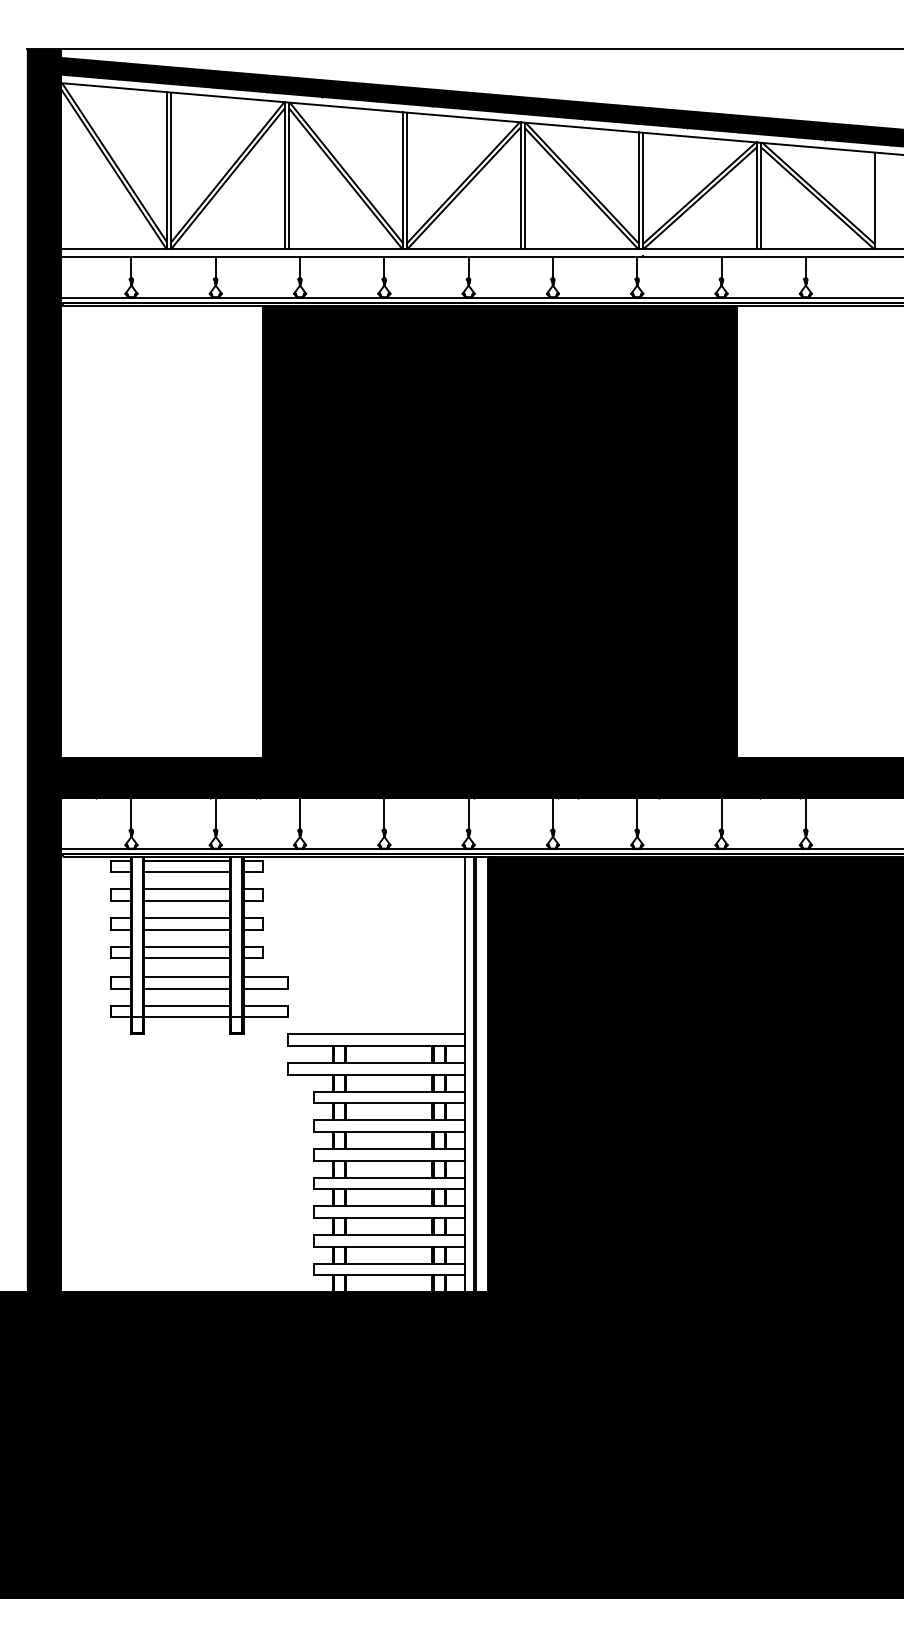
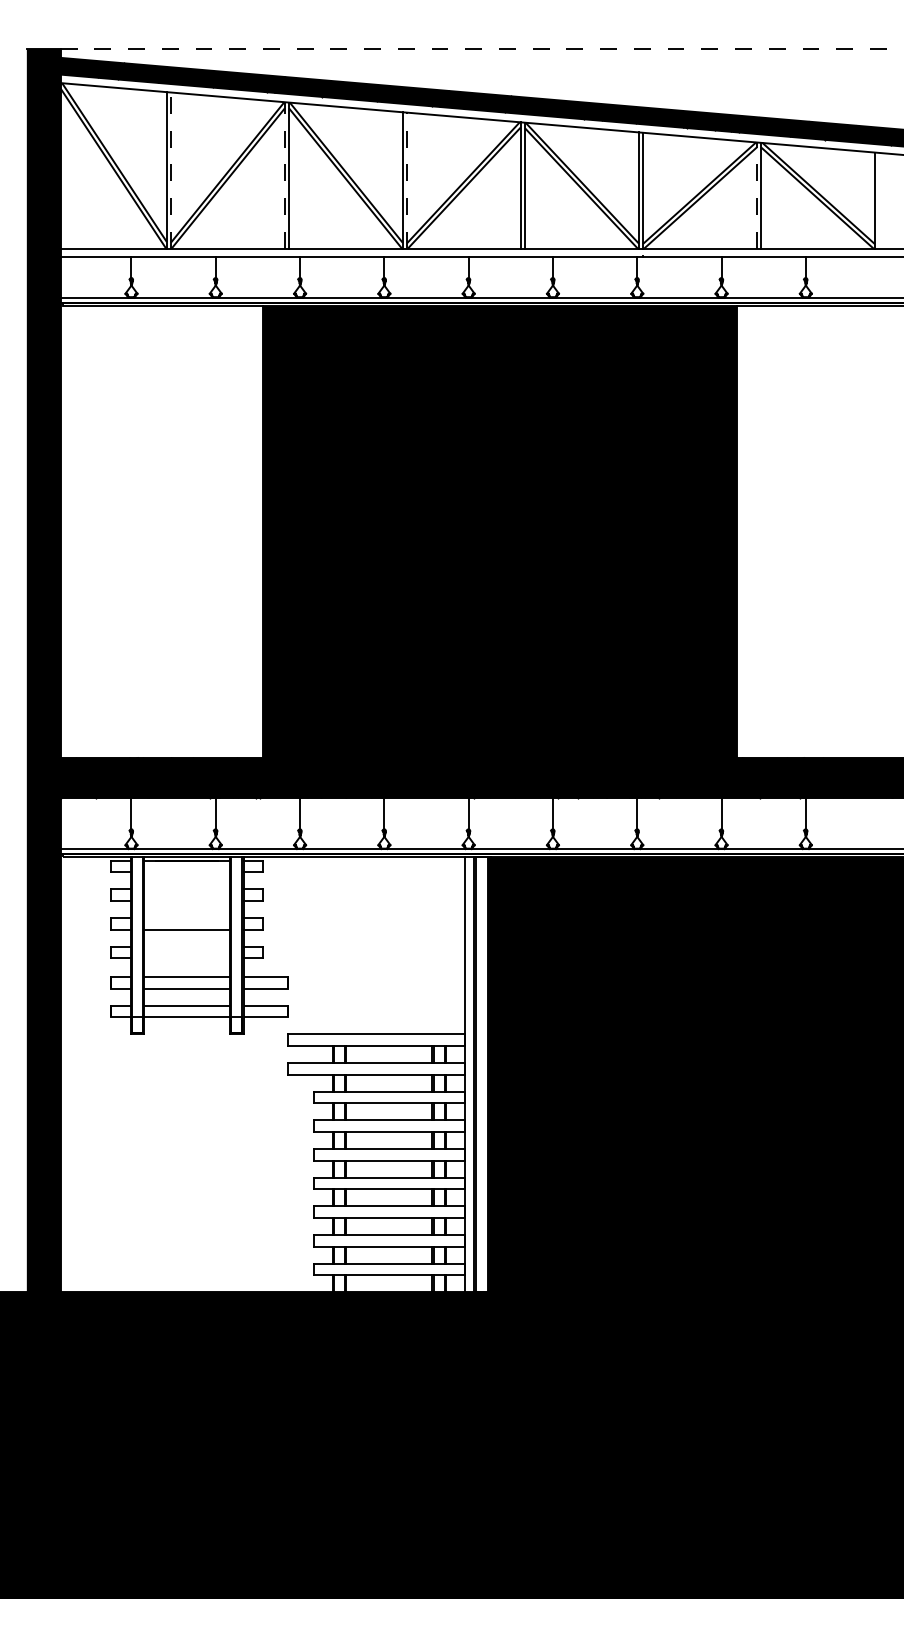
line at (482, 49): solid -> dashed
line at (171, 170): solid -> dashed
line at (284, 175): solid -> dashed
line at (407, 180): solid -> dashed
line at (756, 195): solid -> dashed
line at (187, 872): present -> none
line at (187, 889): present -> none
line at (187, 901): present -> none
line at (187, 917): present -> none
line at (187, 946): present -> none
line at (187, 958): present -> none
